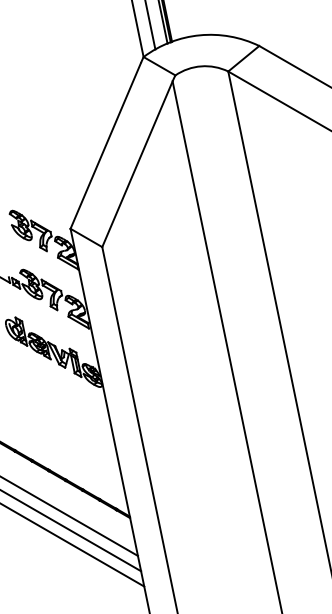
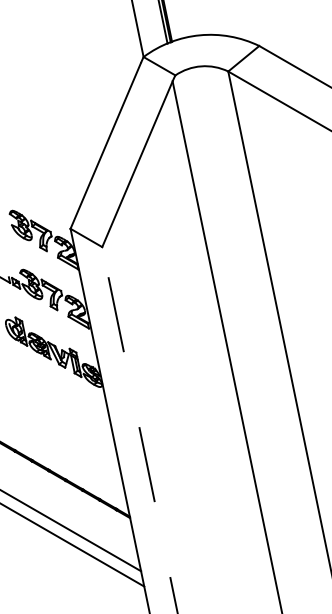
line at (150, 25): present -> none
line at (139, 430): solid -> dashed
line at (69, 516): present -> none
